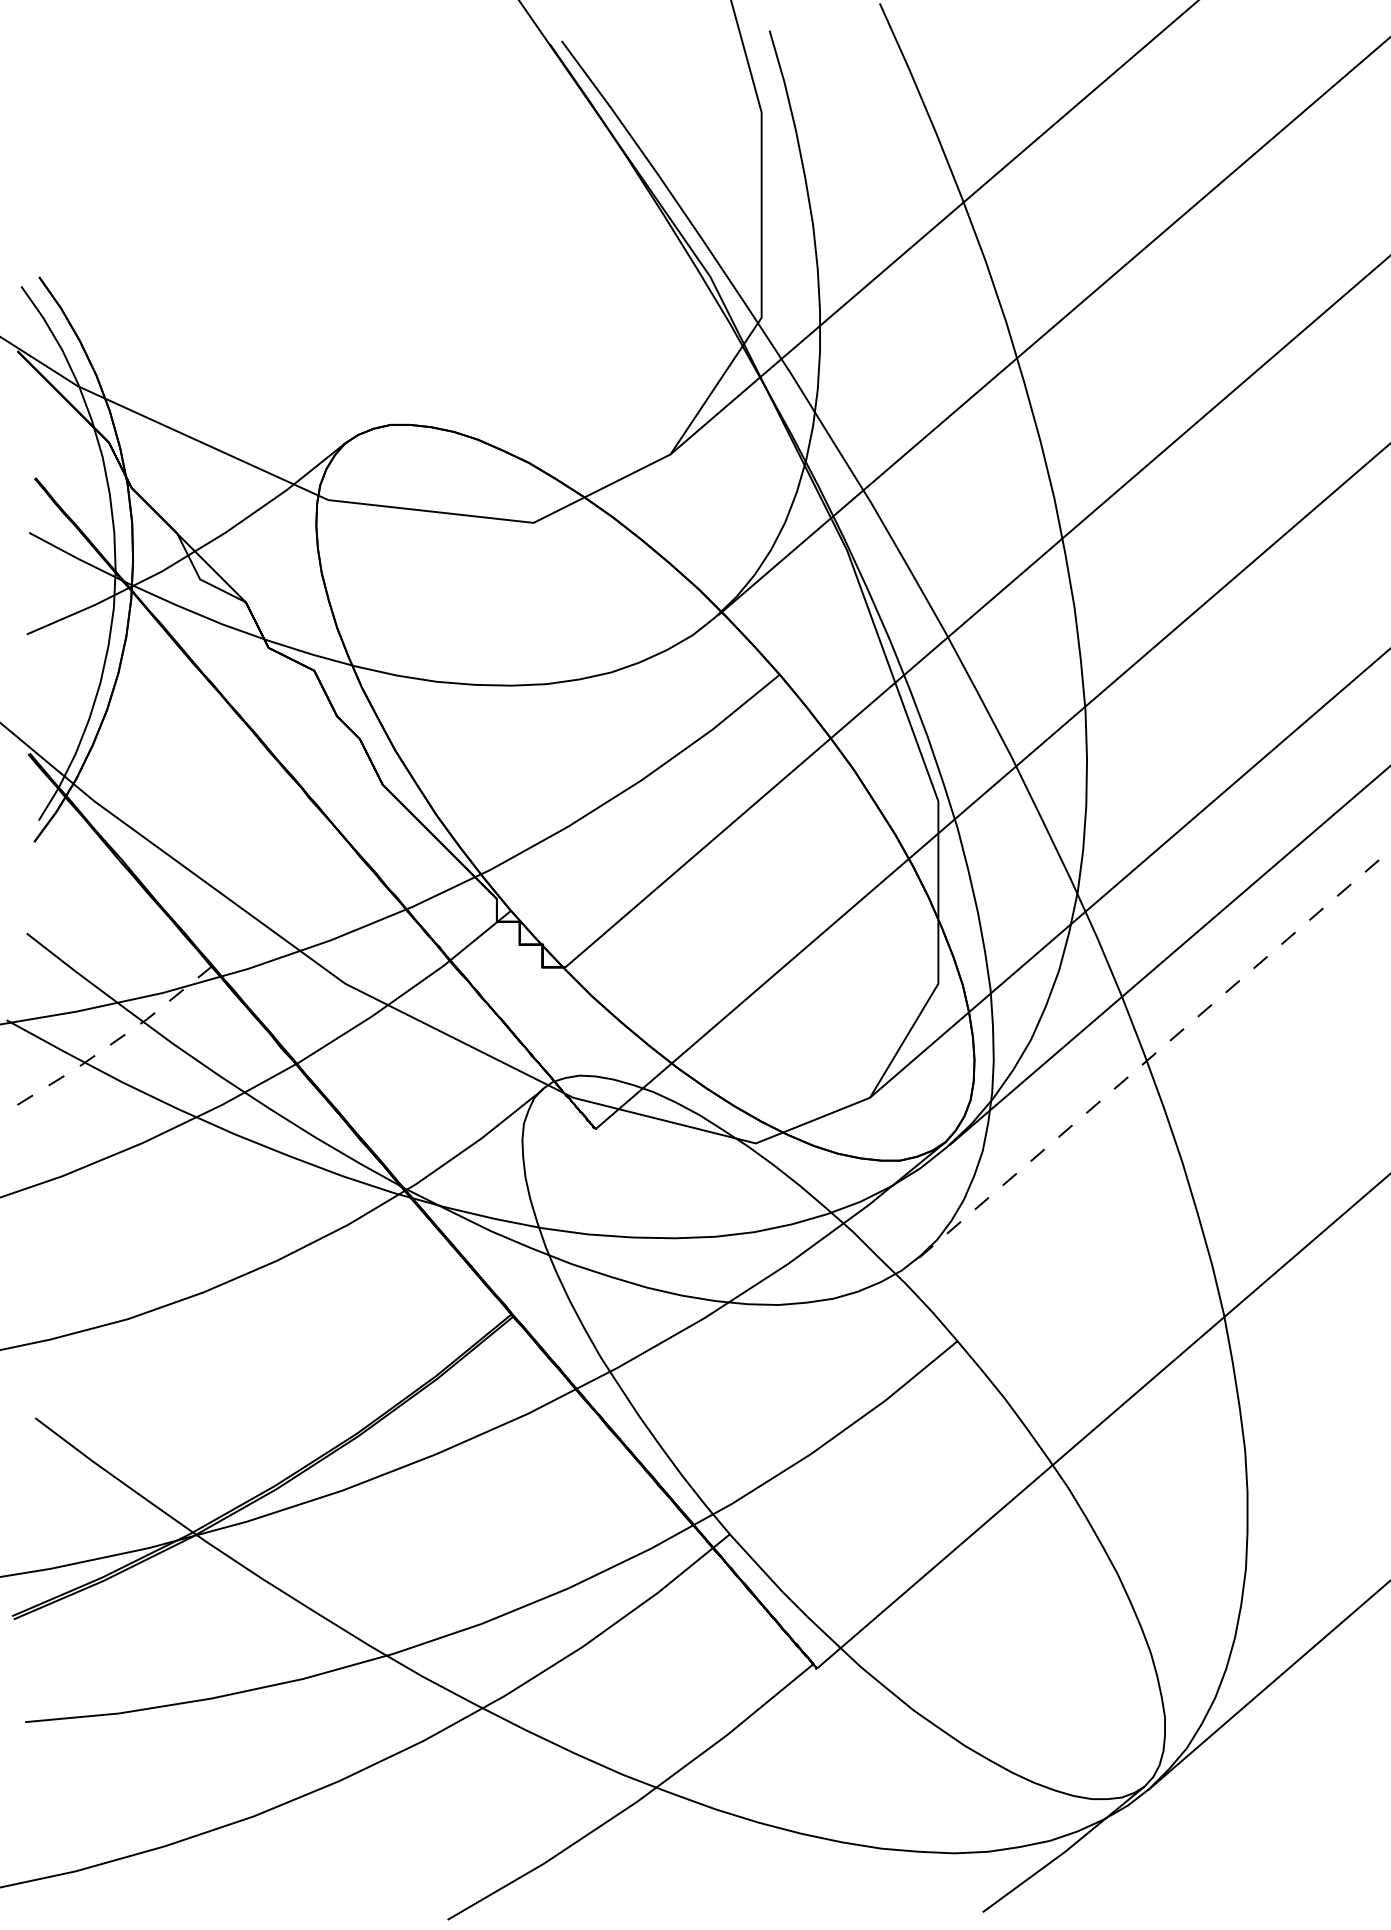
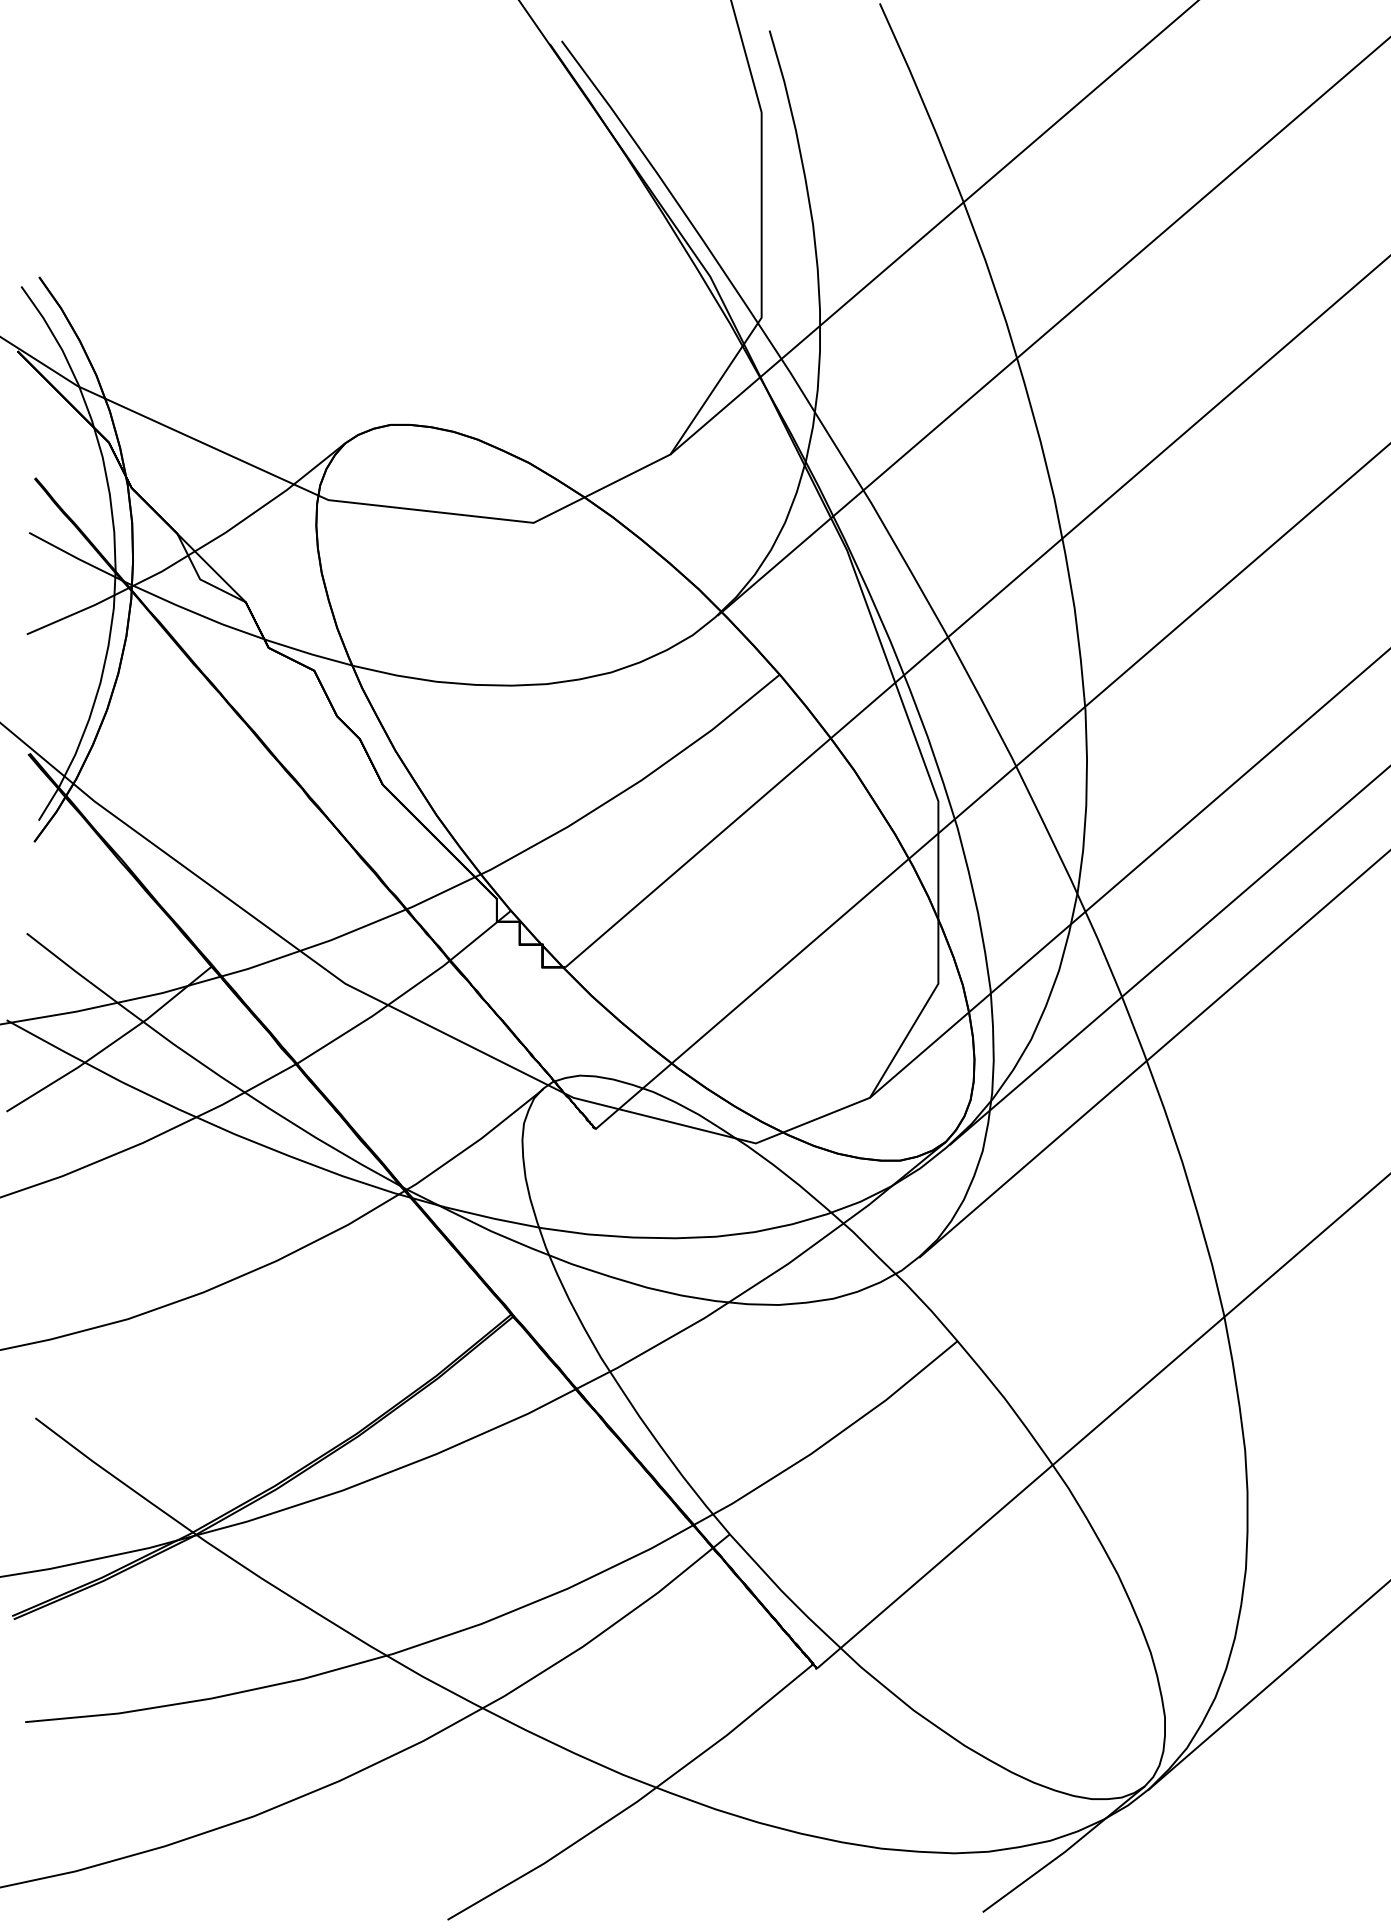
line at (112, 1043): dashed -> solid
line at (1155, 1053): dashed -> solid
